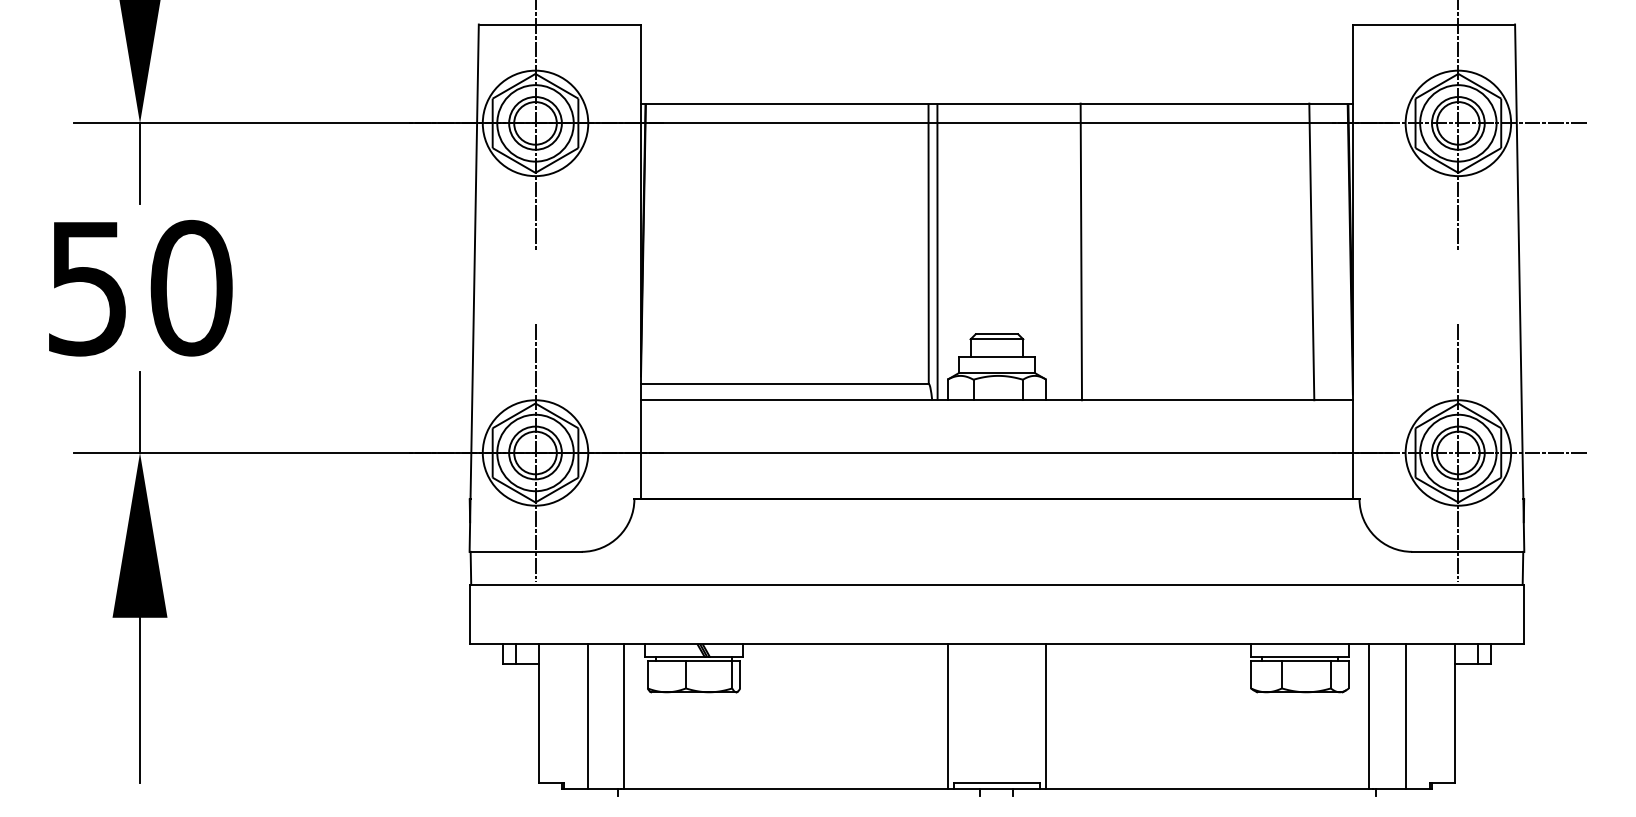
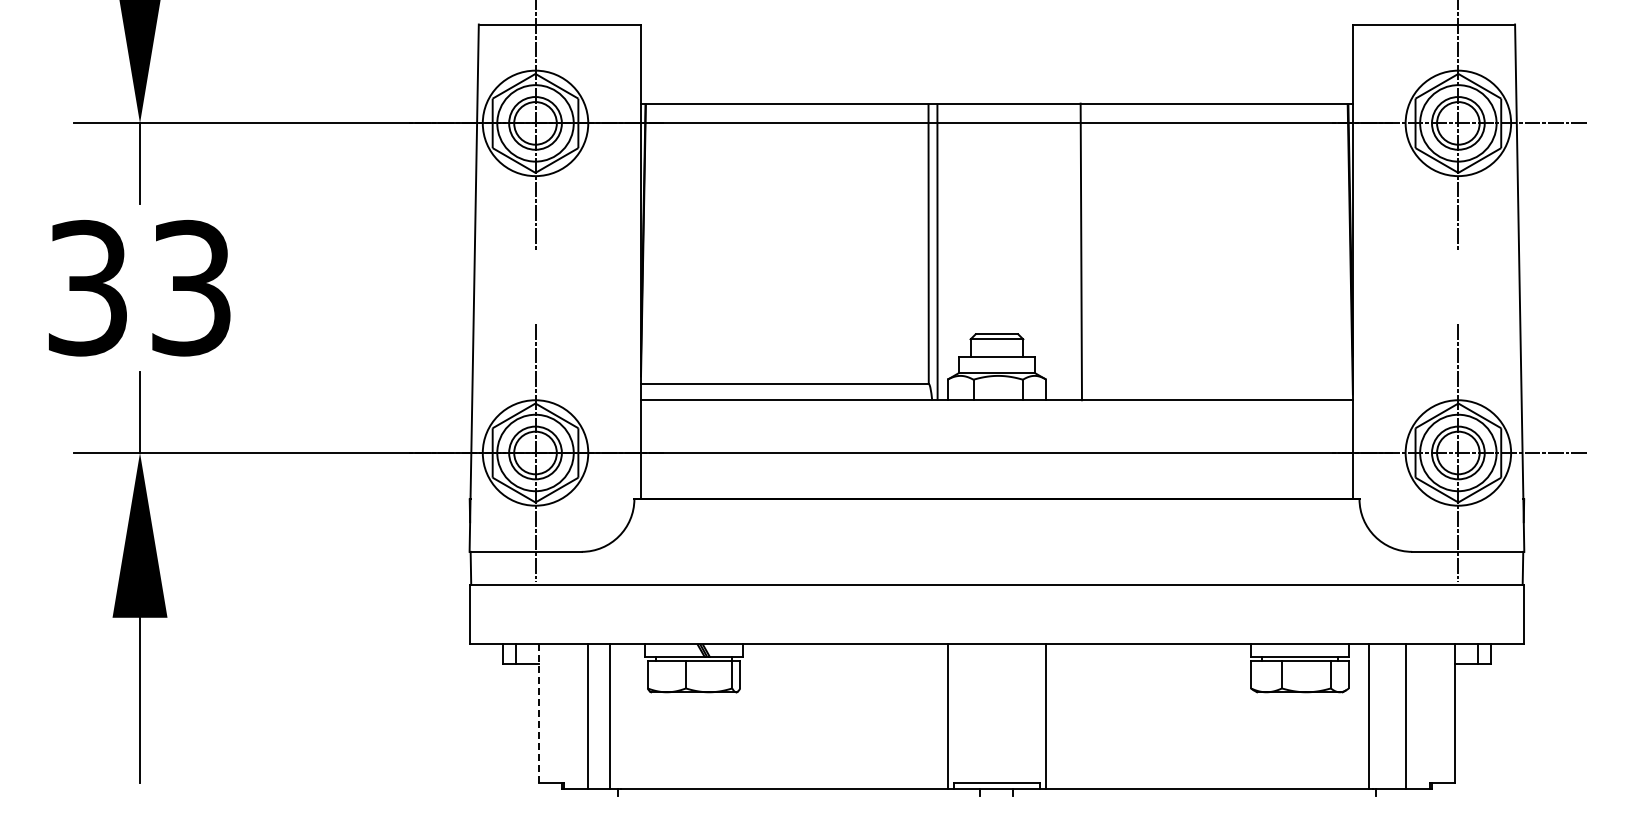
line at (1311, 251): present -> none
text at (140, 287): 50 -> 33
line at (538, 713): solid -> dashed
line at (624, 716) position: (624, 716) -> (610, 716)
